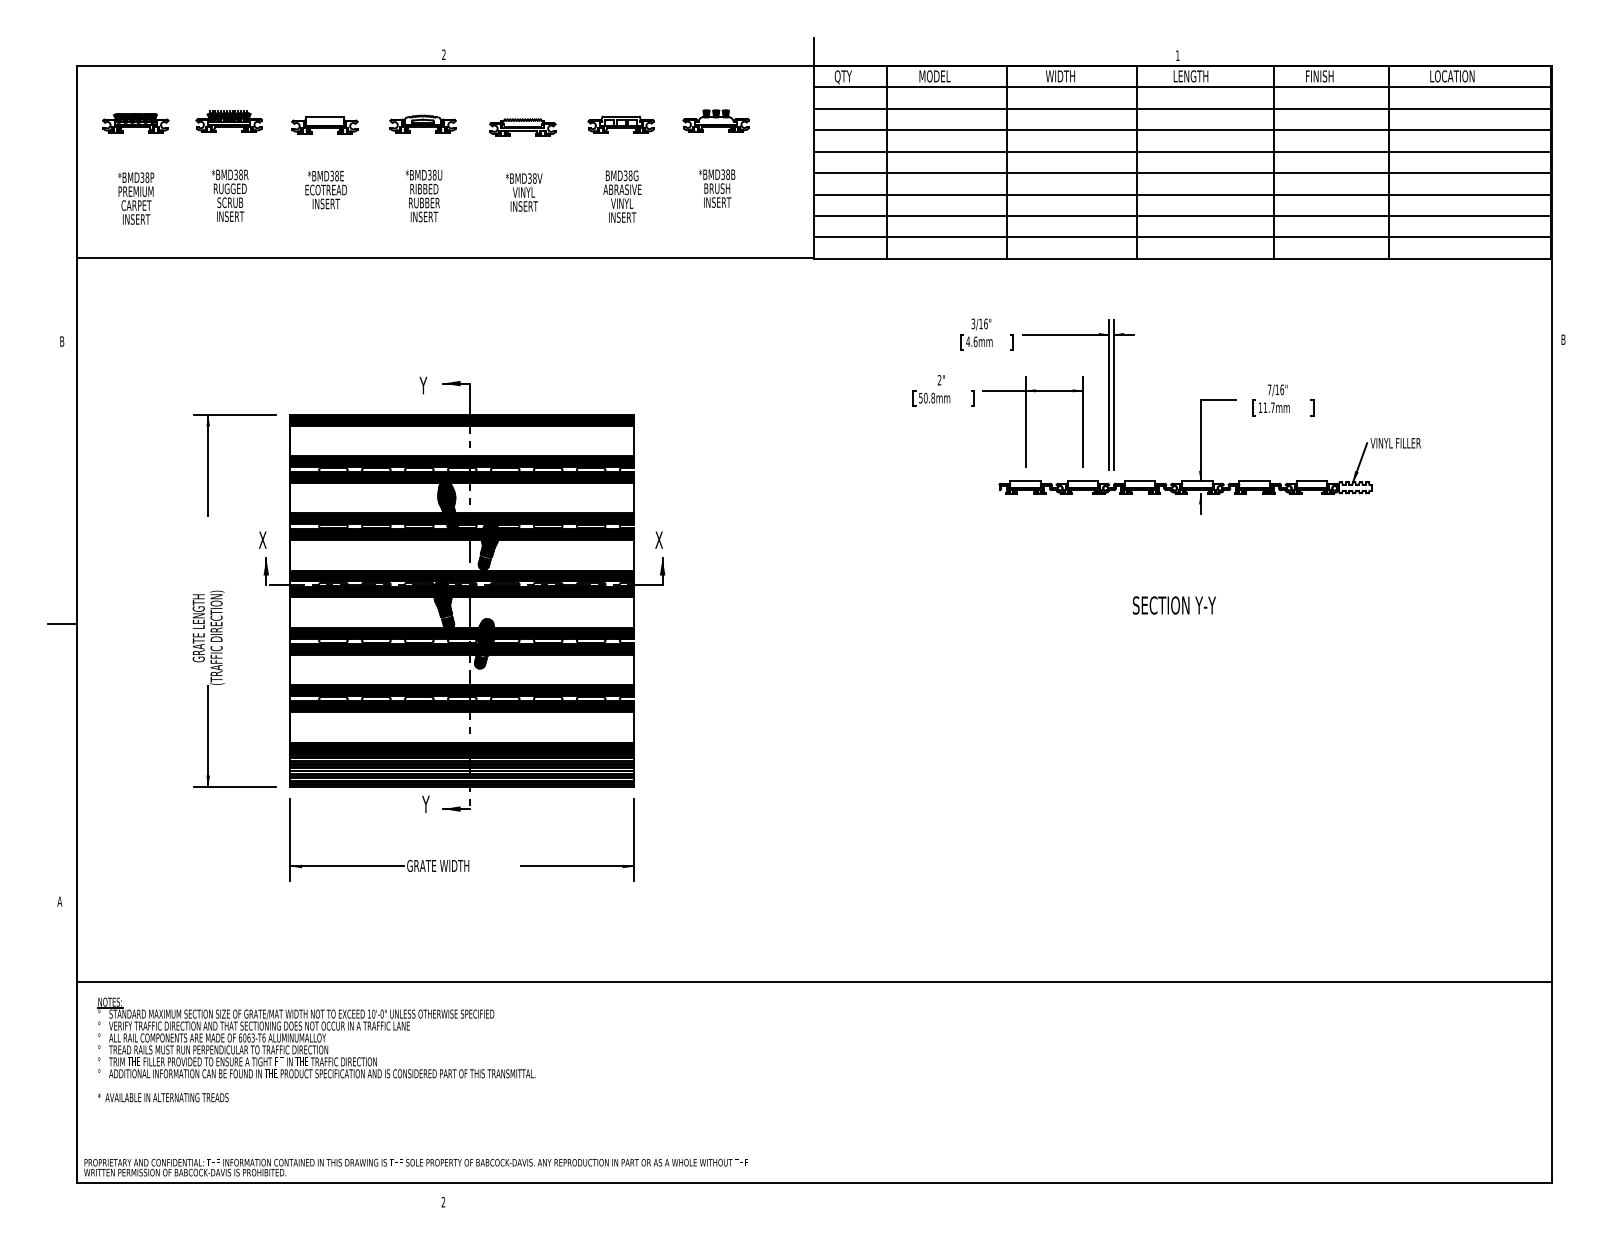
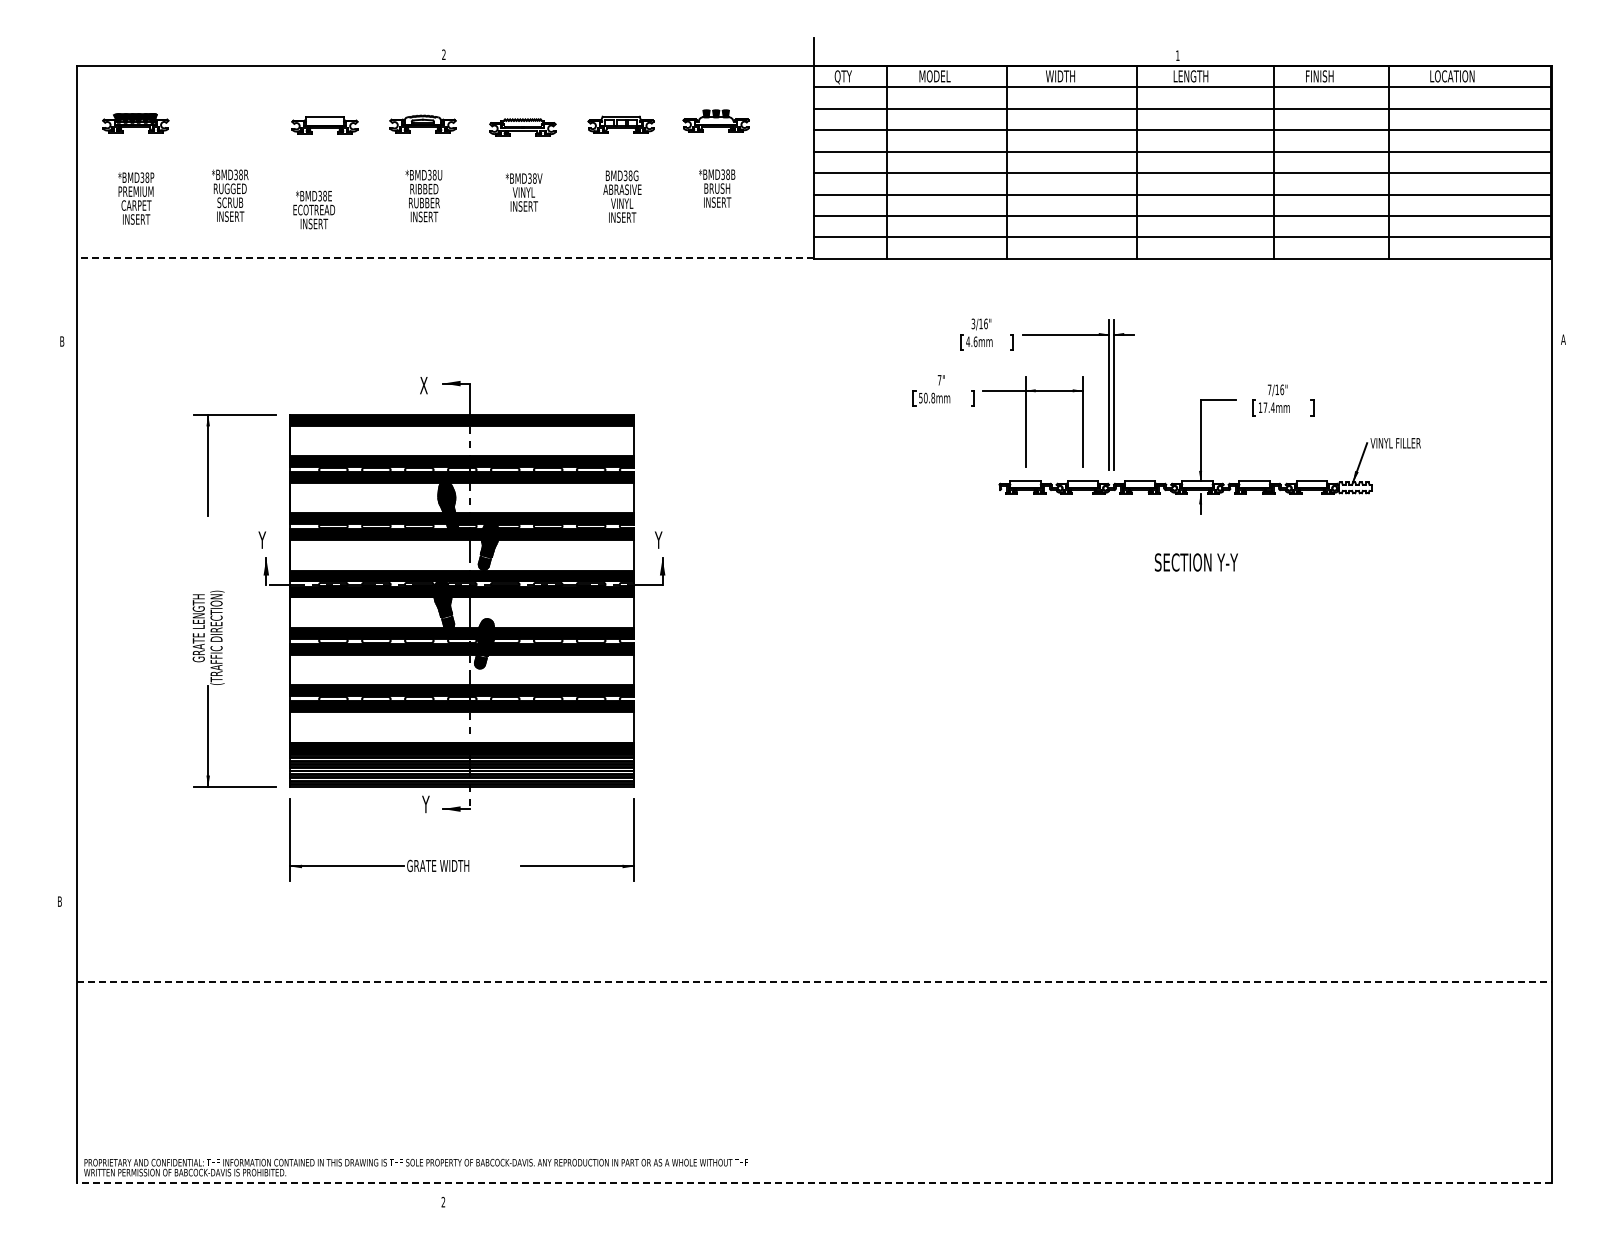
part at (228, 121): present -> none
text at (325, 189) position: (325, 189) -> (313, 209)
line at (445, 258): solid -> dashed
text at (1563, 339): B -> A
text at (939, 380): 2" -> 7"
text at (423, 385): Y -> X
text at (1268, 407): 11.7mm -> 17.4mm
text at (262, 539): X -> Y
text at (658, 539): X -> Y
text at (1173, 605) position: (1173, 605) -> (1195, 562)
line at (62, 624): present -> none
text at (59, 901): A -> B
line at (814, 981): solid -> dashed
part at (316, 1049): present -> none
line at (813, 1182): solid -> dashed
